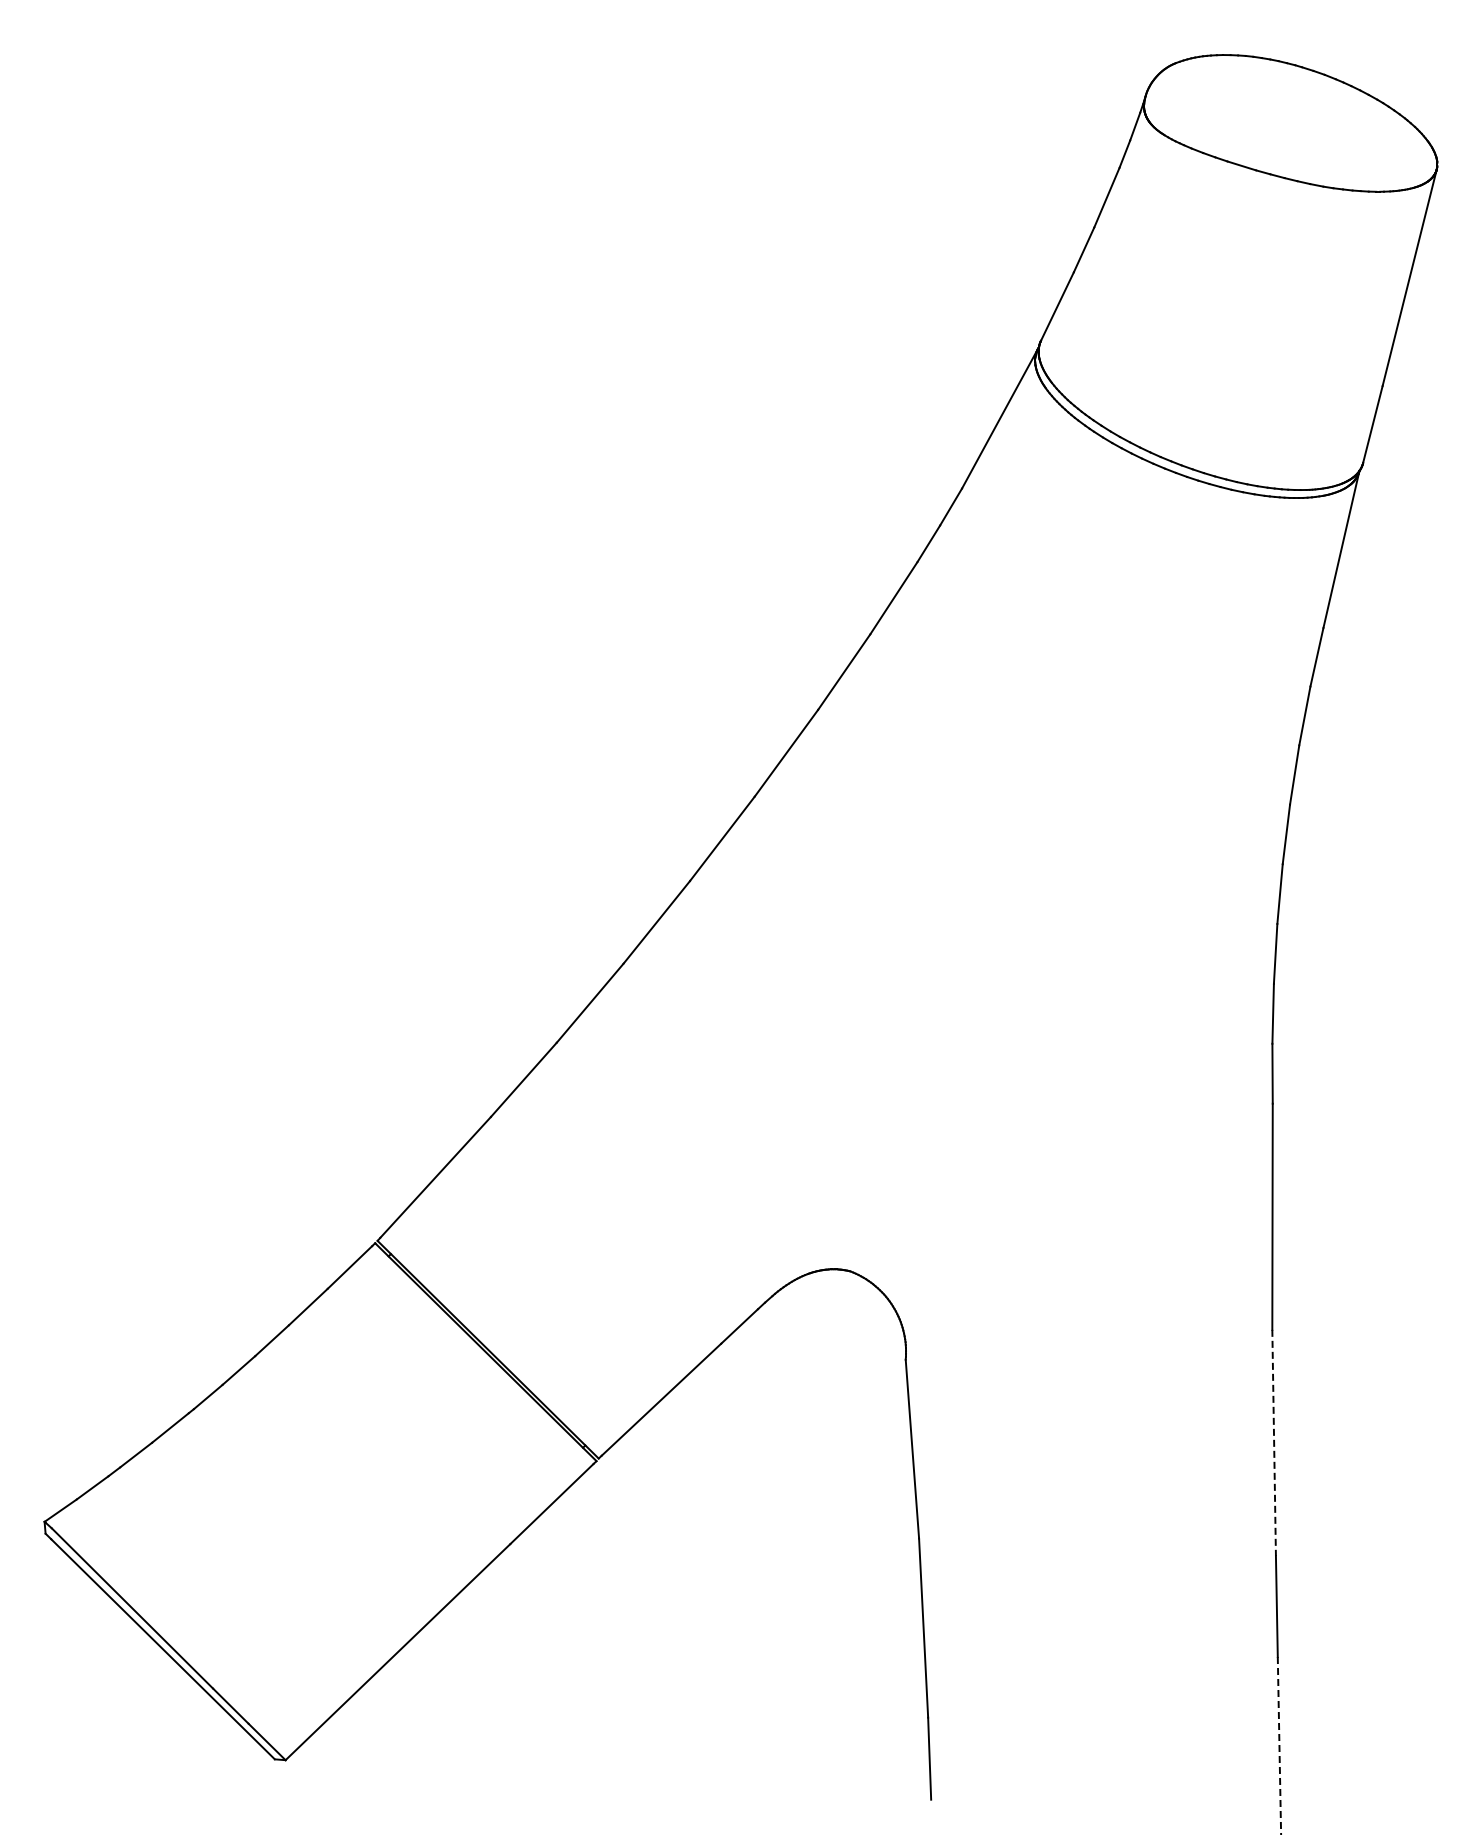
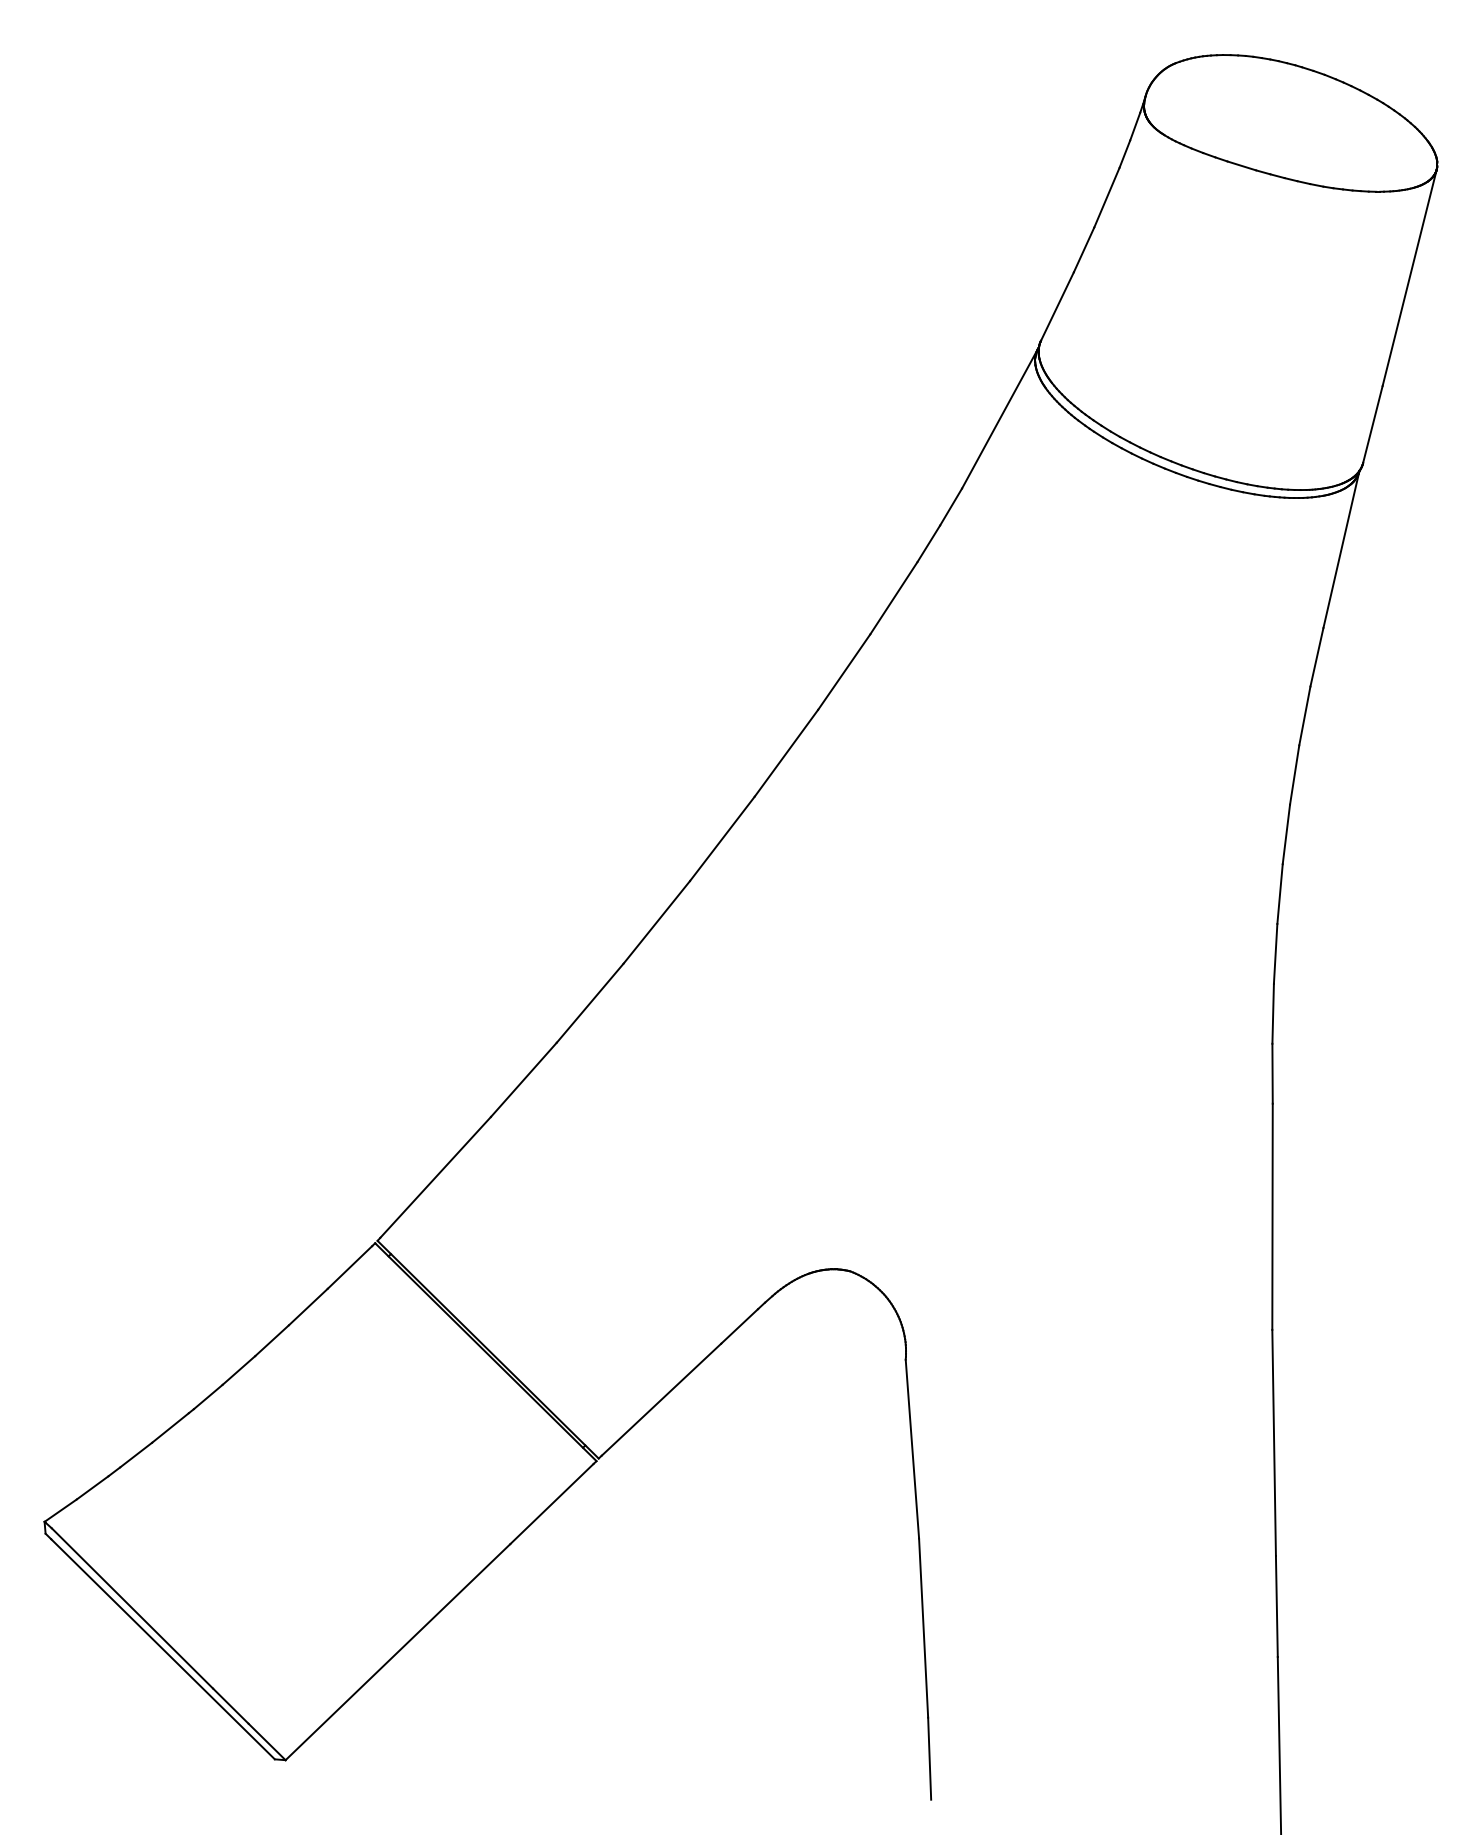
line at (1274, 1443): dashed -> solid
line at (1279, 1745): dashed -> solid
